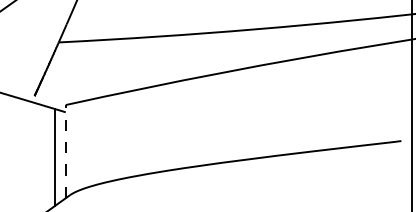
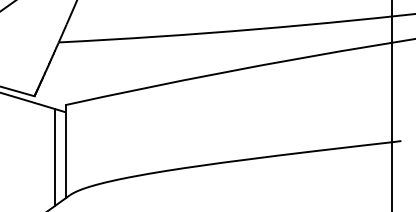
line at (18, 91): none -> present
line at (411, 105) position: (411, 105) -> (391, 105)
line at (65, 151): dashed -> solid
